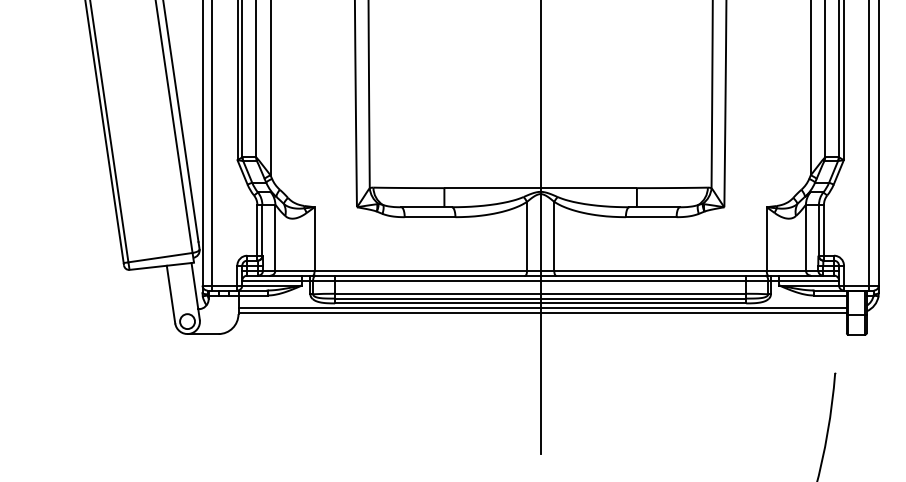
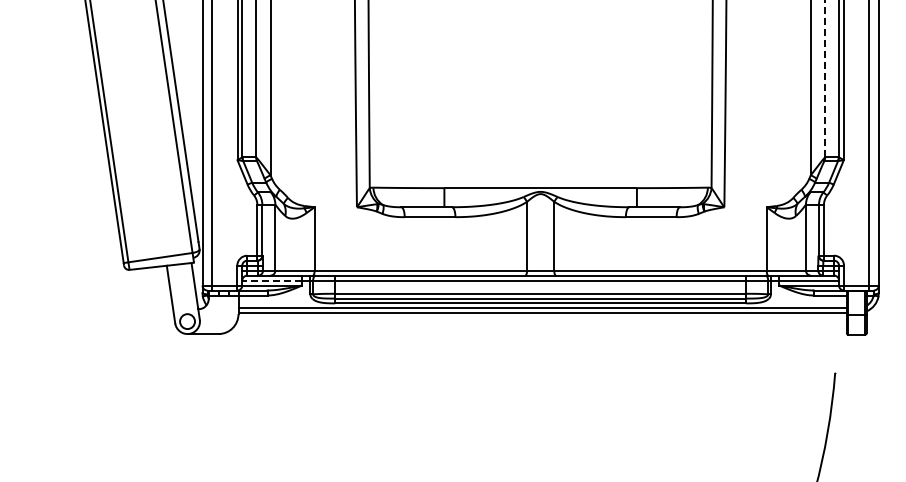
line at (825, 78): solid -> dashed
line at (540, 227): present -> none
line at (272, 280): solid -> dashed
